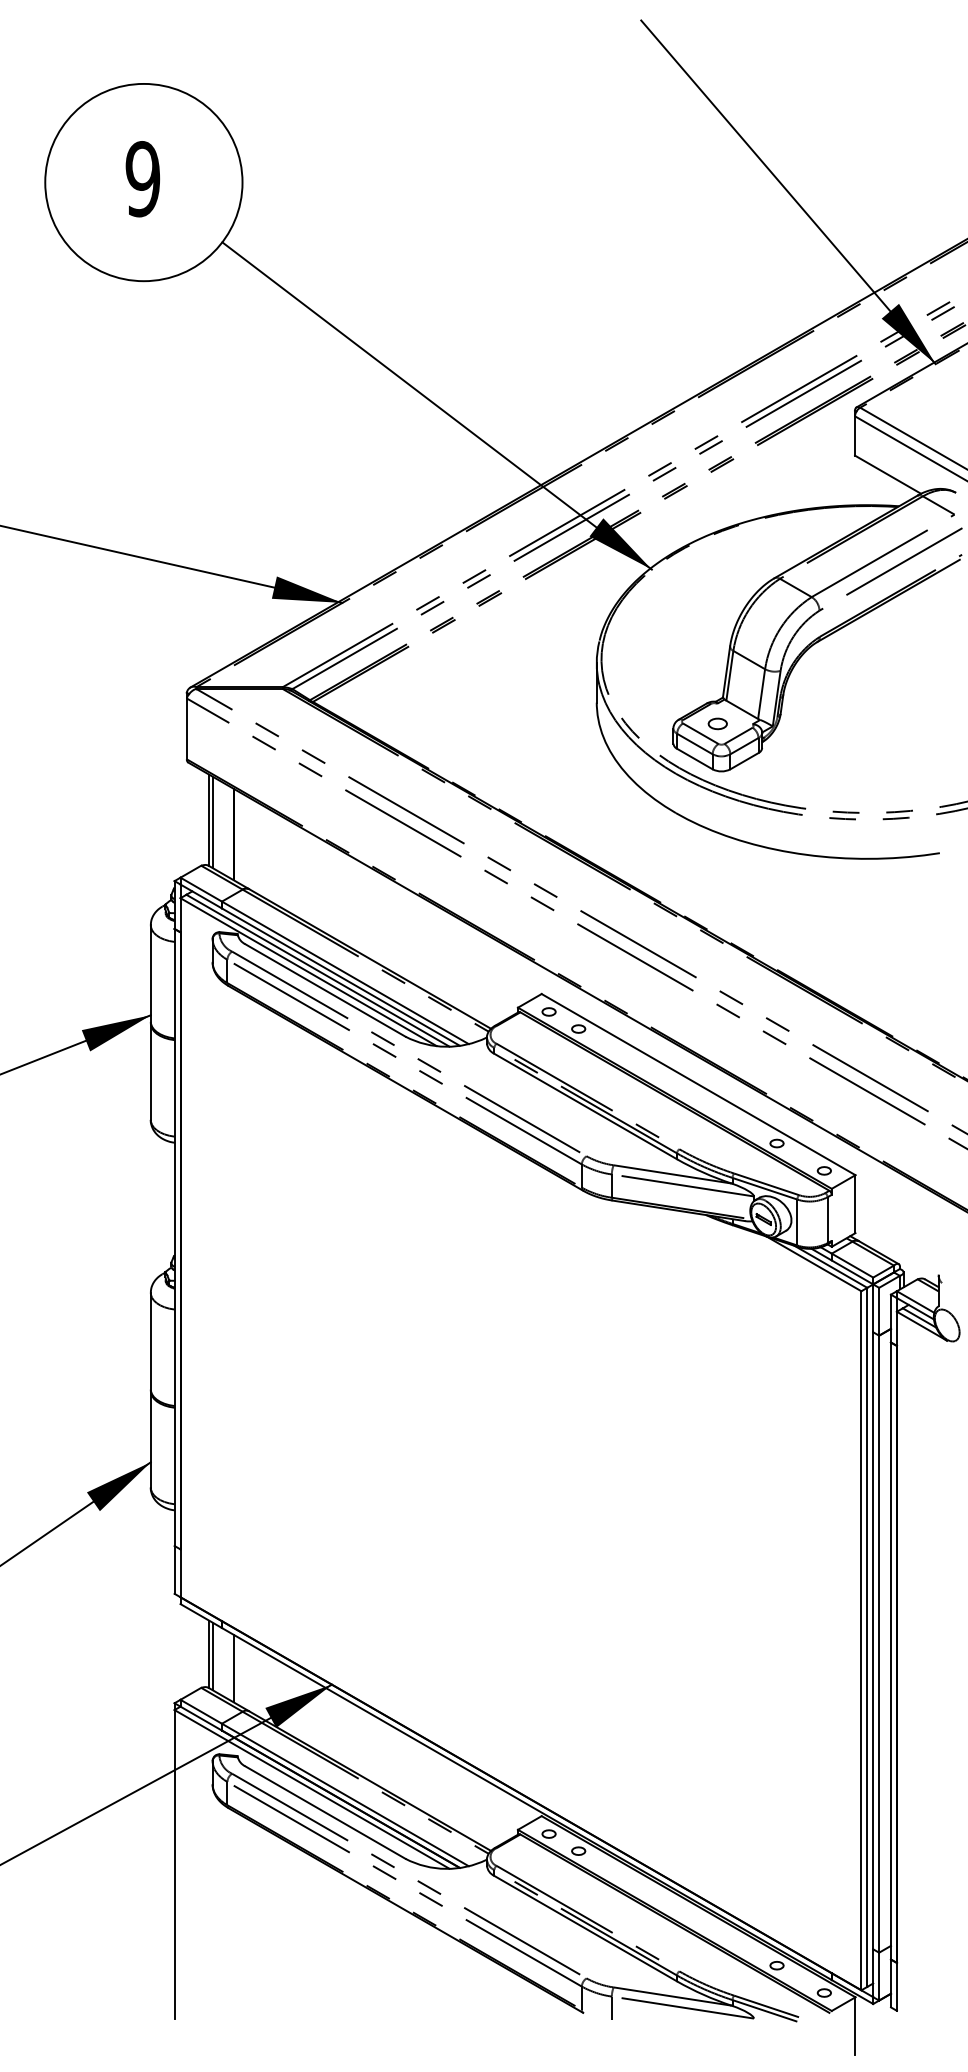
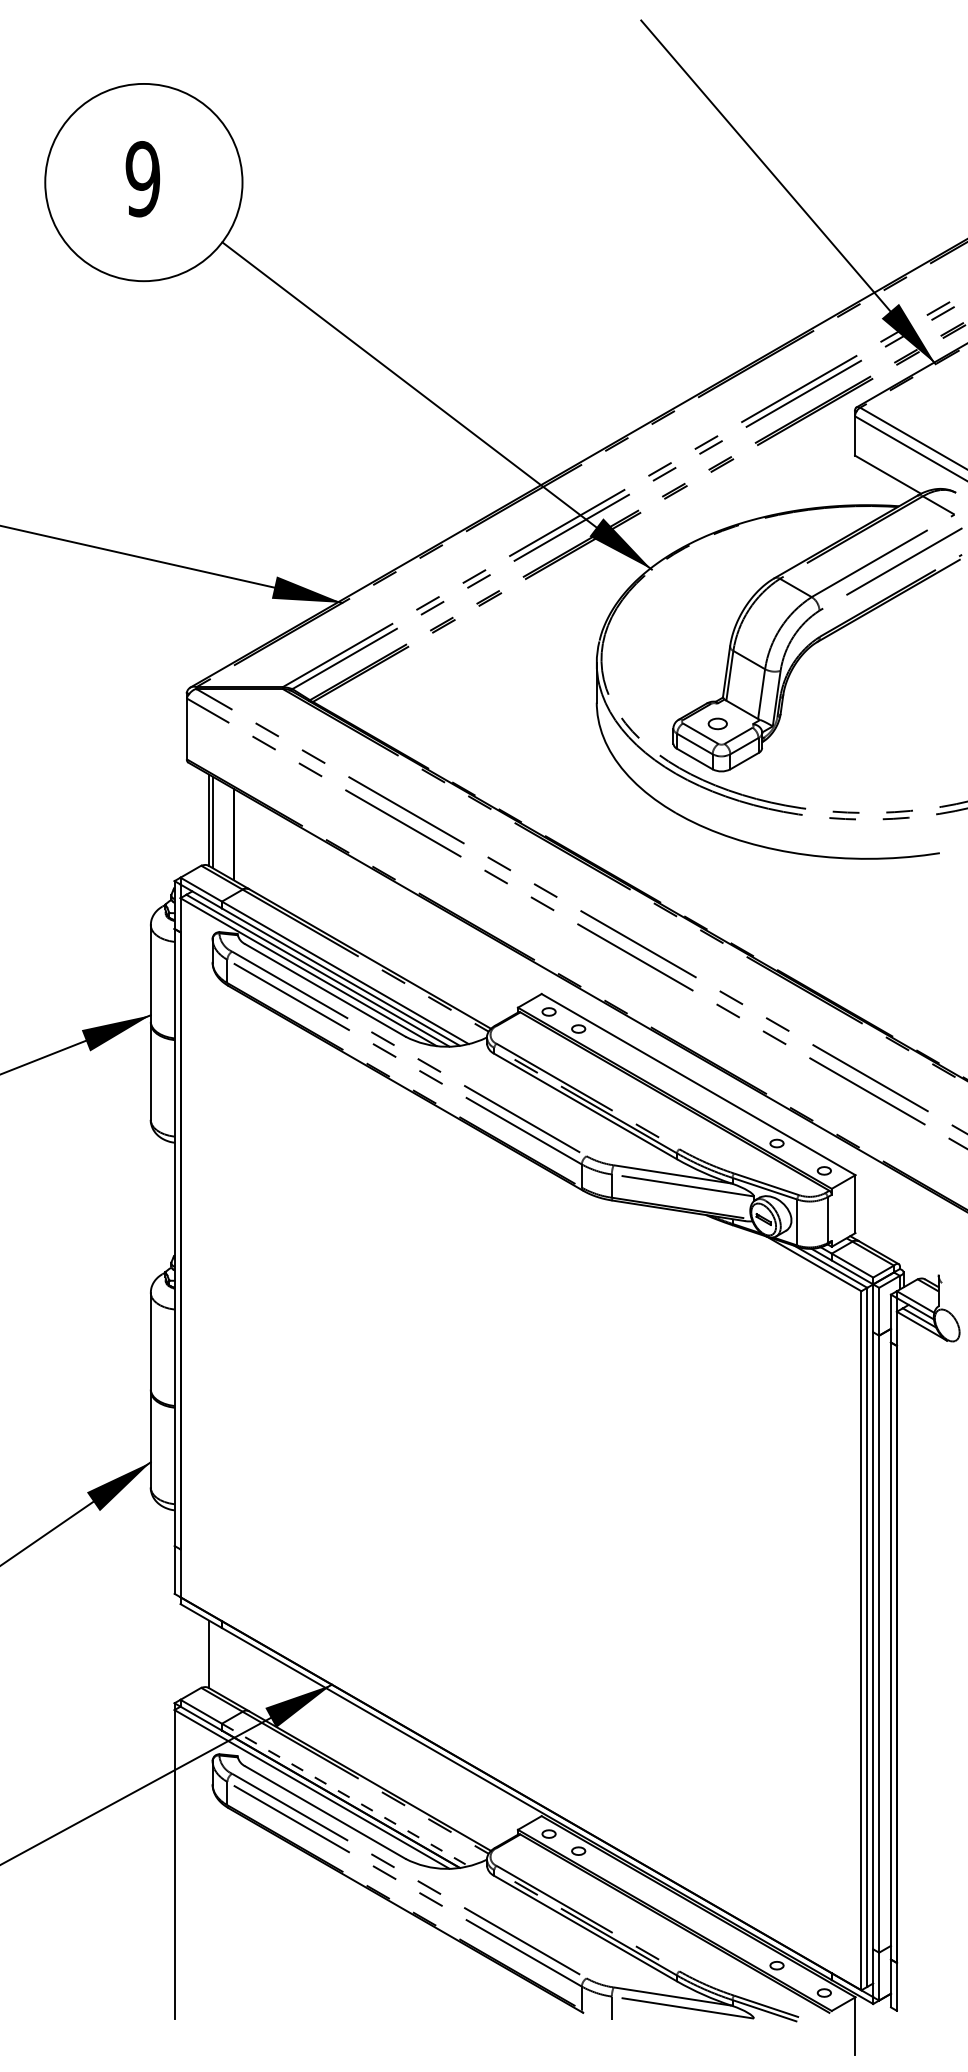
line at (213, 1656): present -> none
line at (233, 1668): present -> none
line at (345, 1795): solid -> dashed
